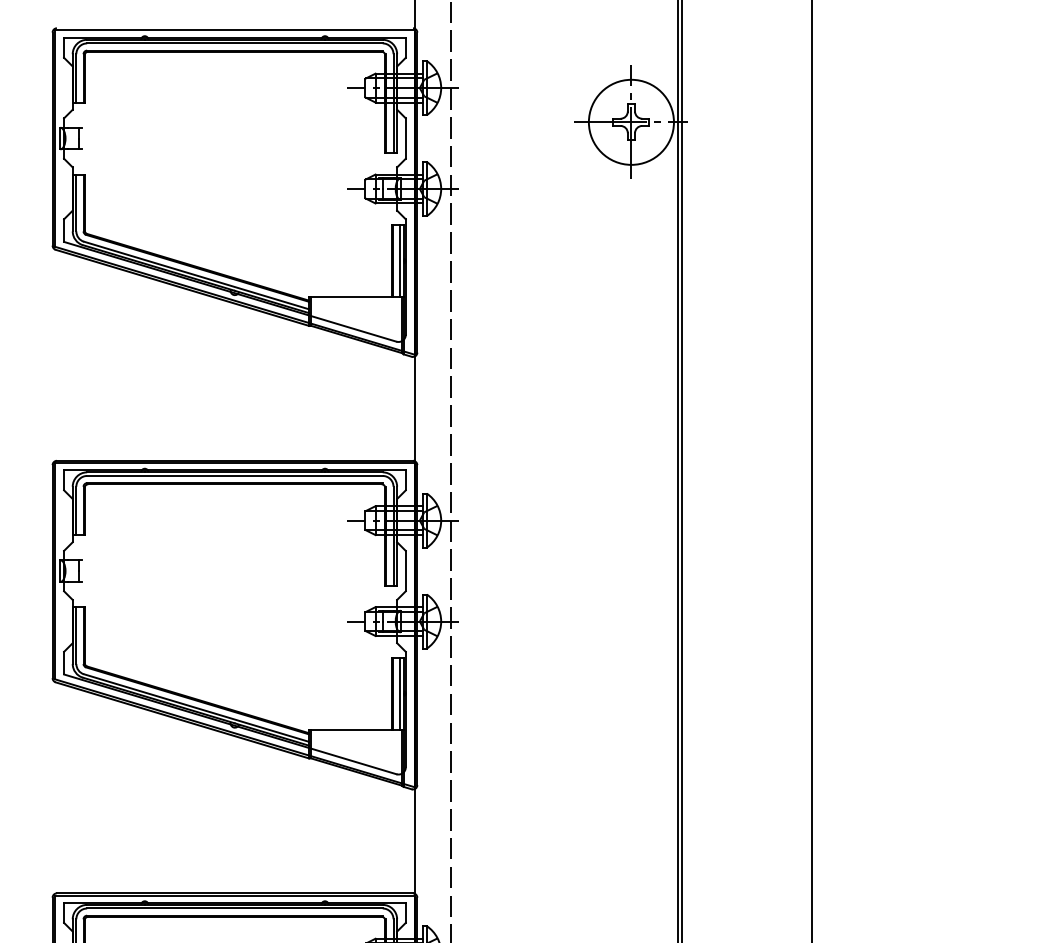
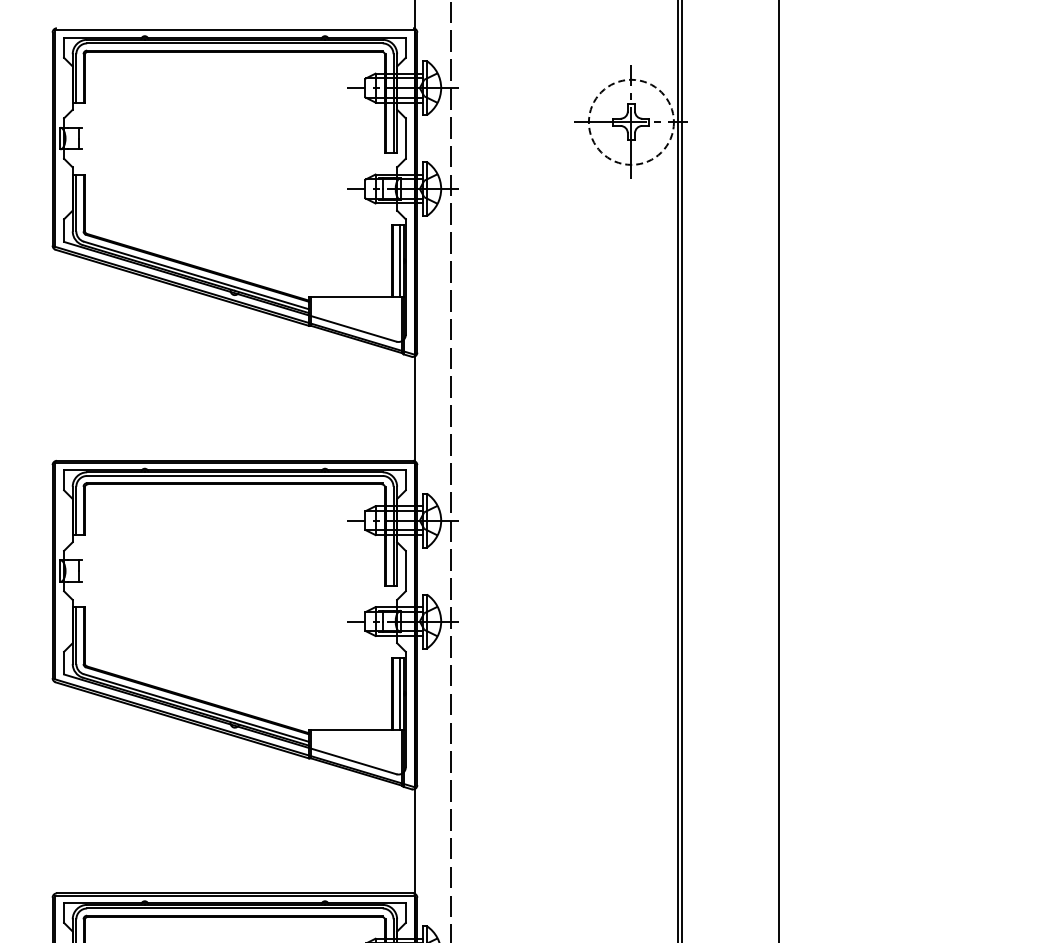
circle at (630, 121): solid -> dashed
line at (811, 470) position: (811, 470) -> (778, 470)
